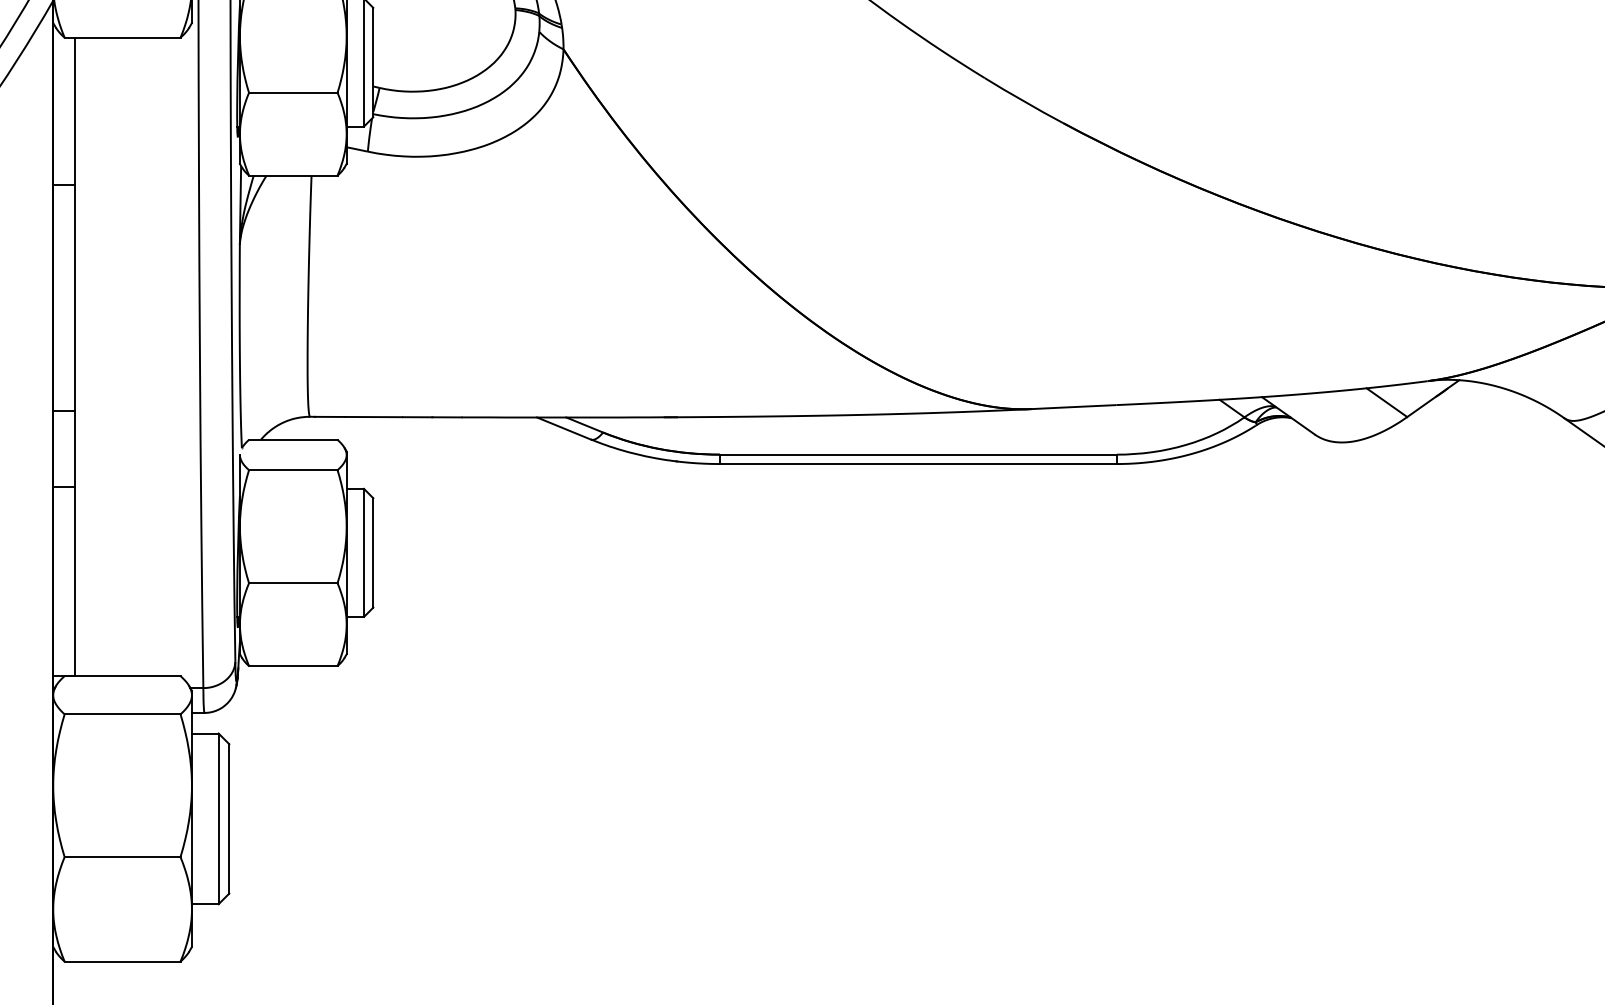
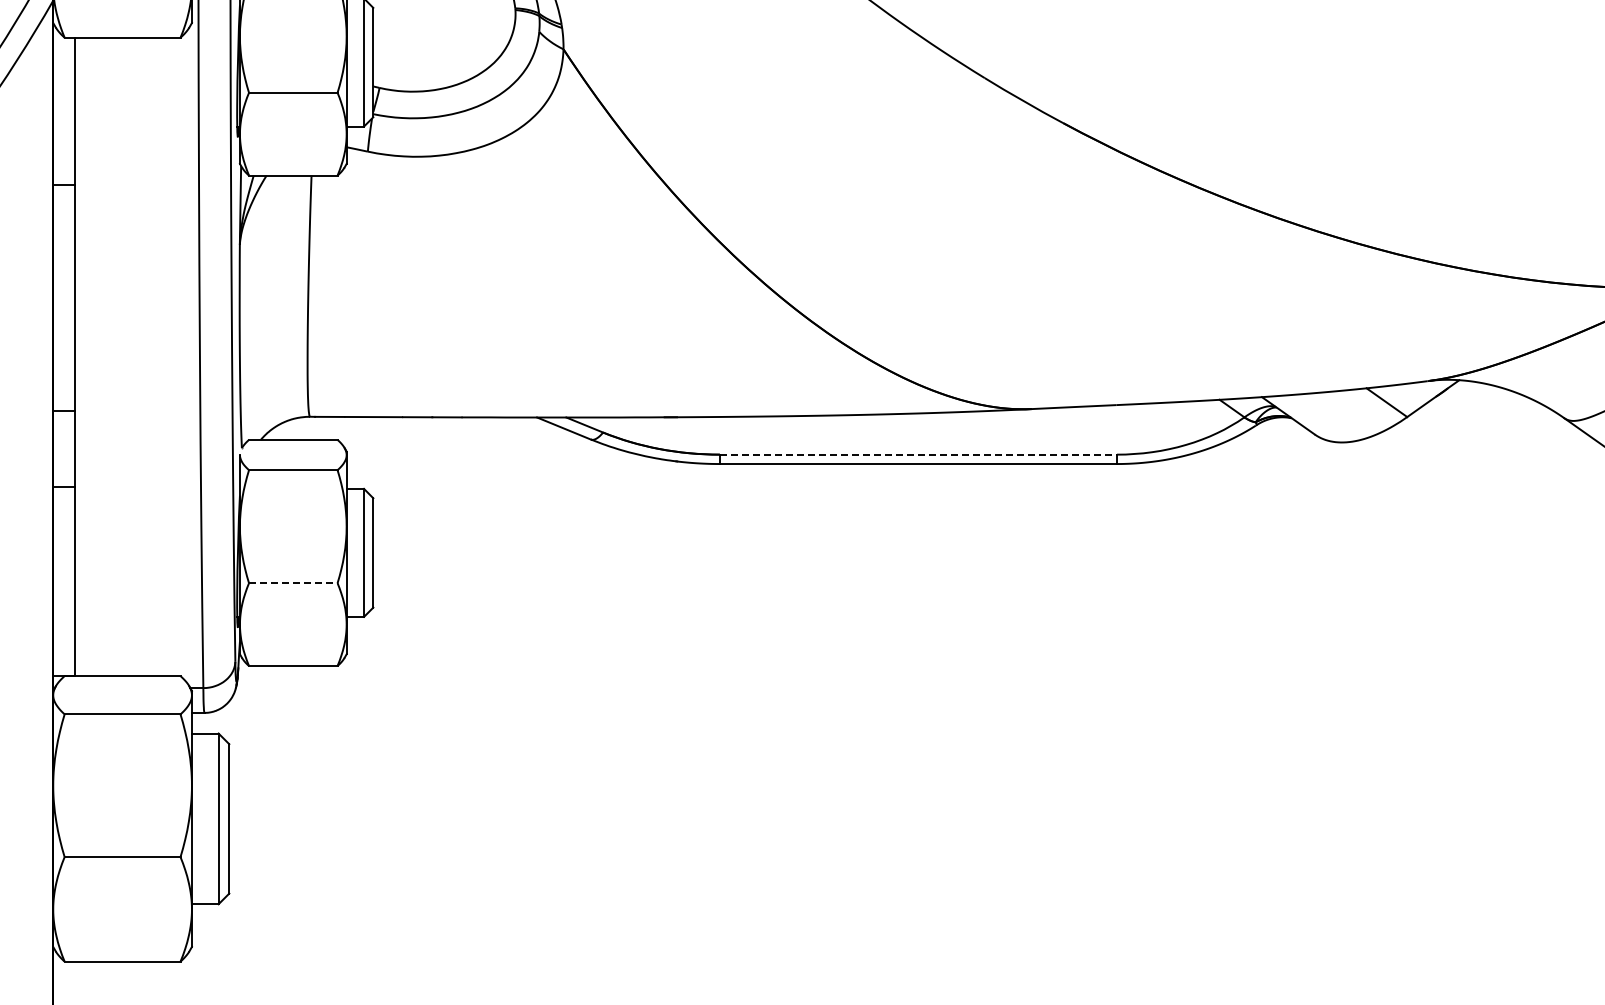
line at (918, 454): solid -> dashed
line at (293, 583): solid -> dashed
